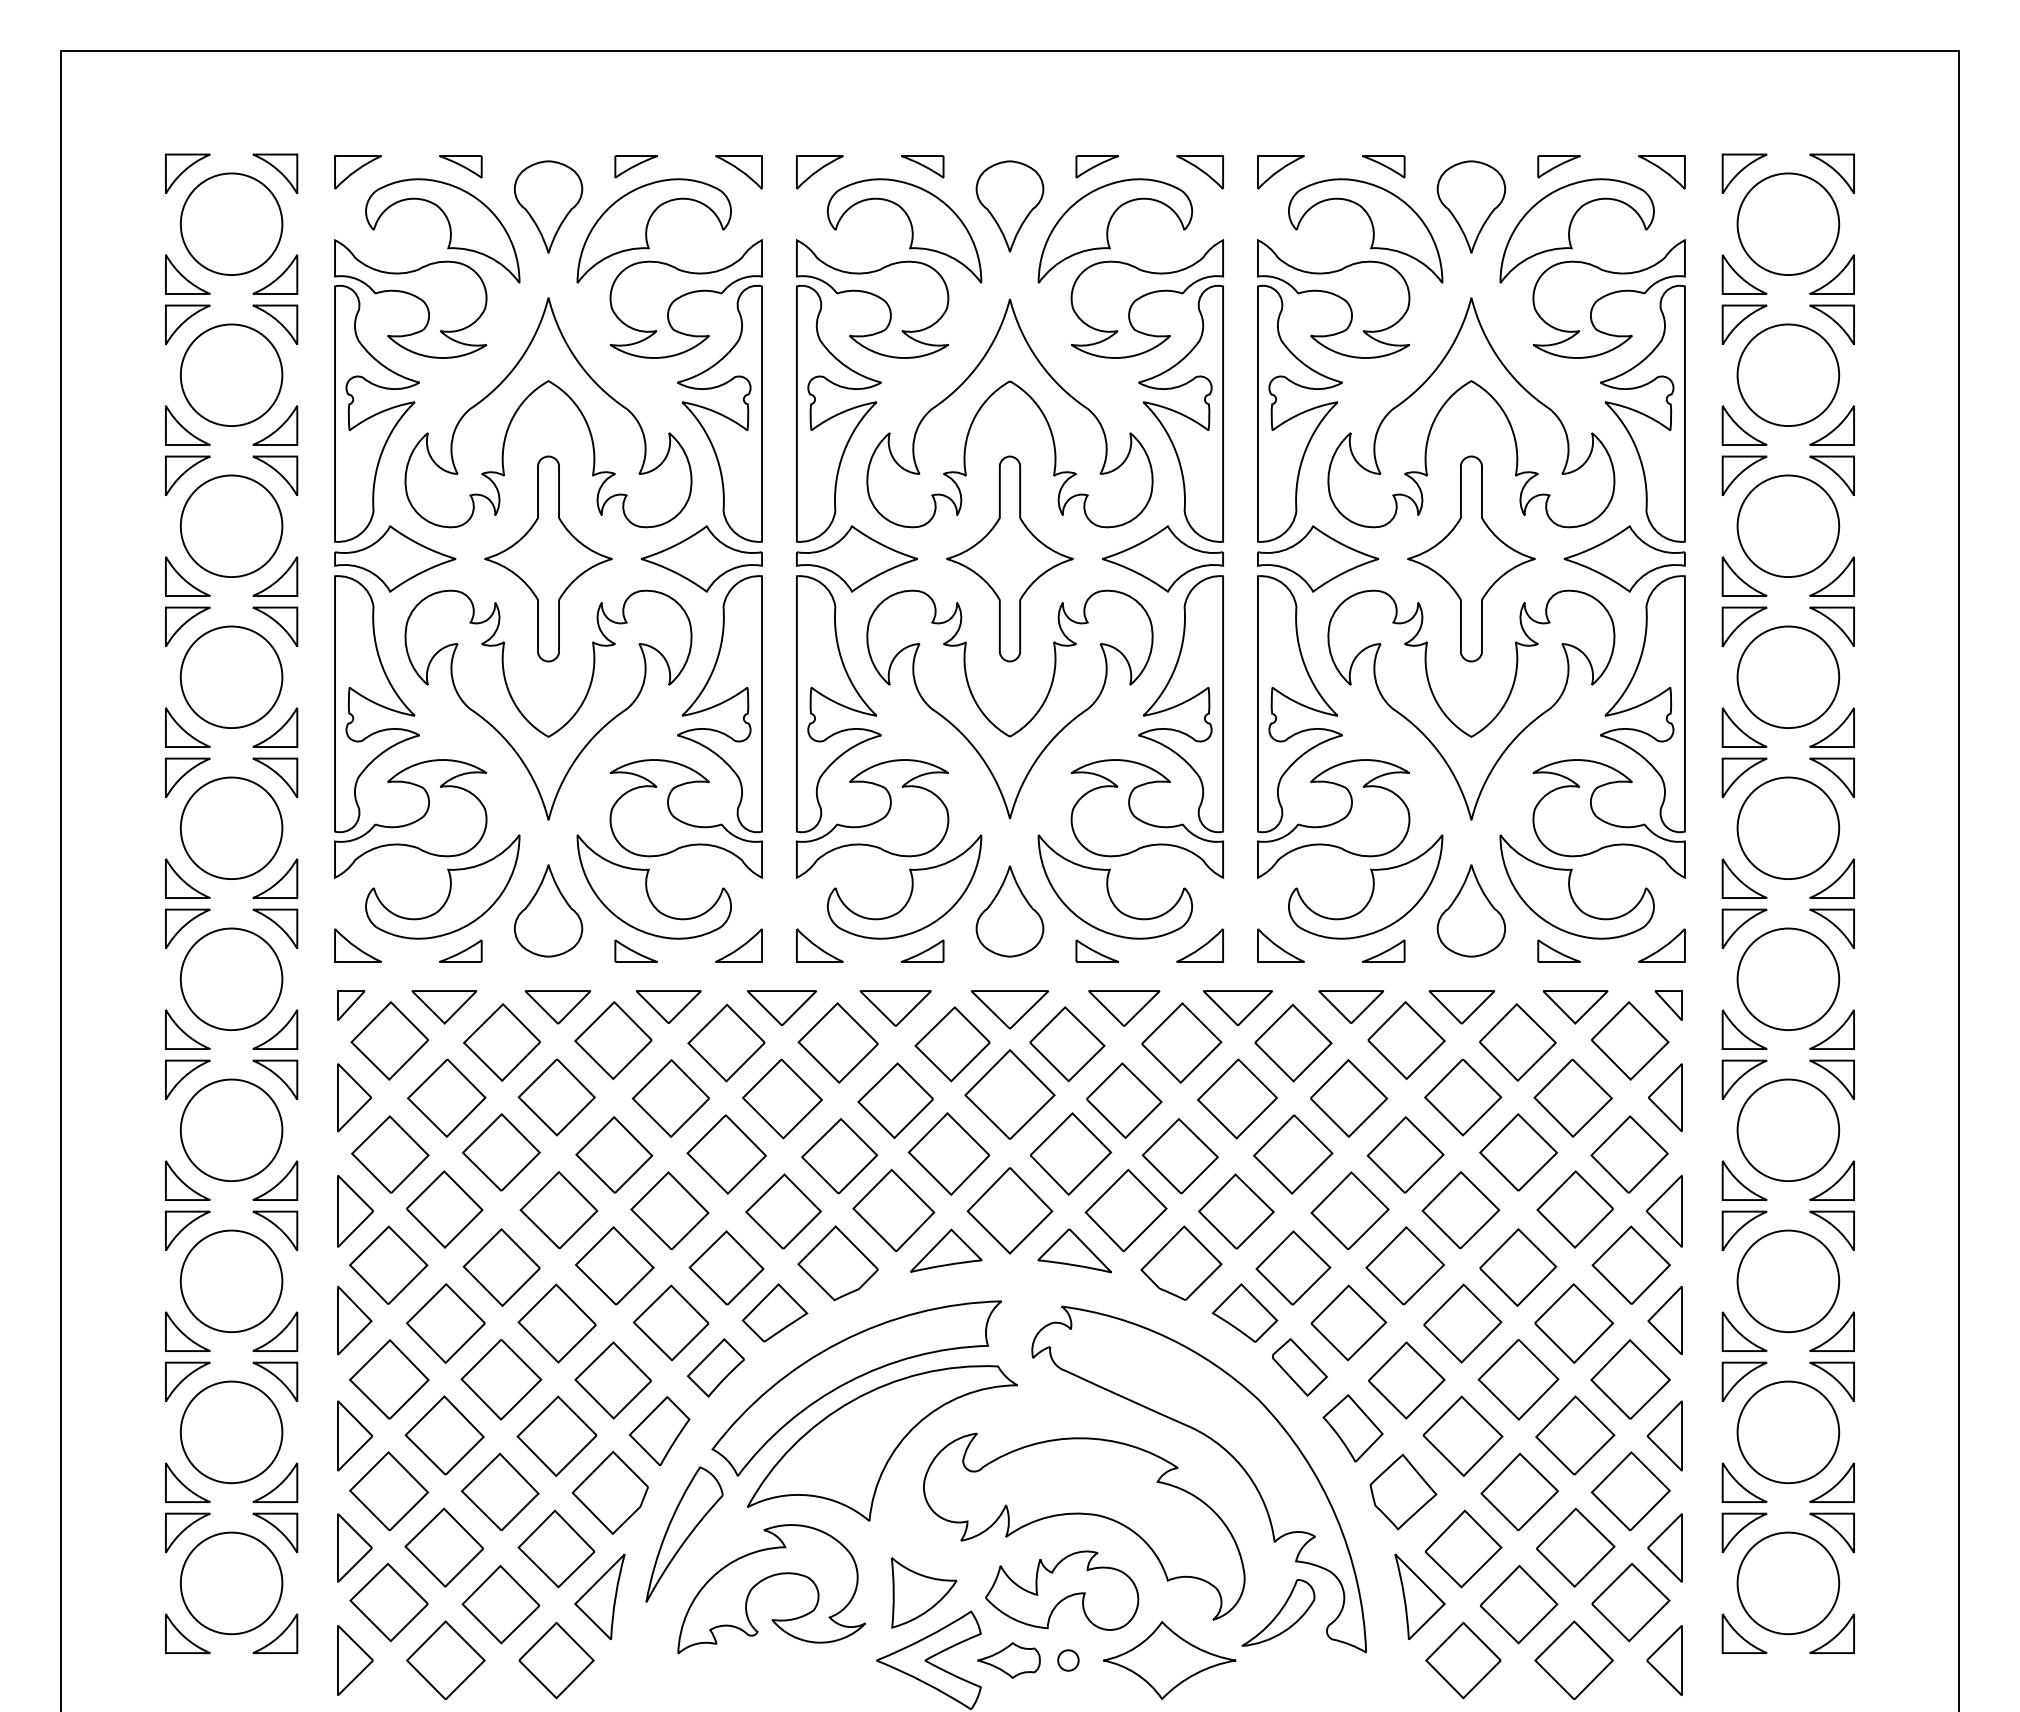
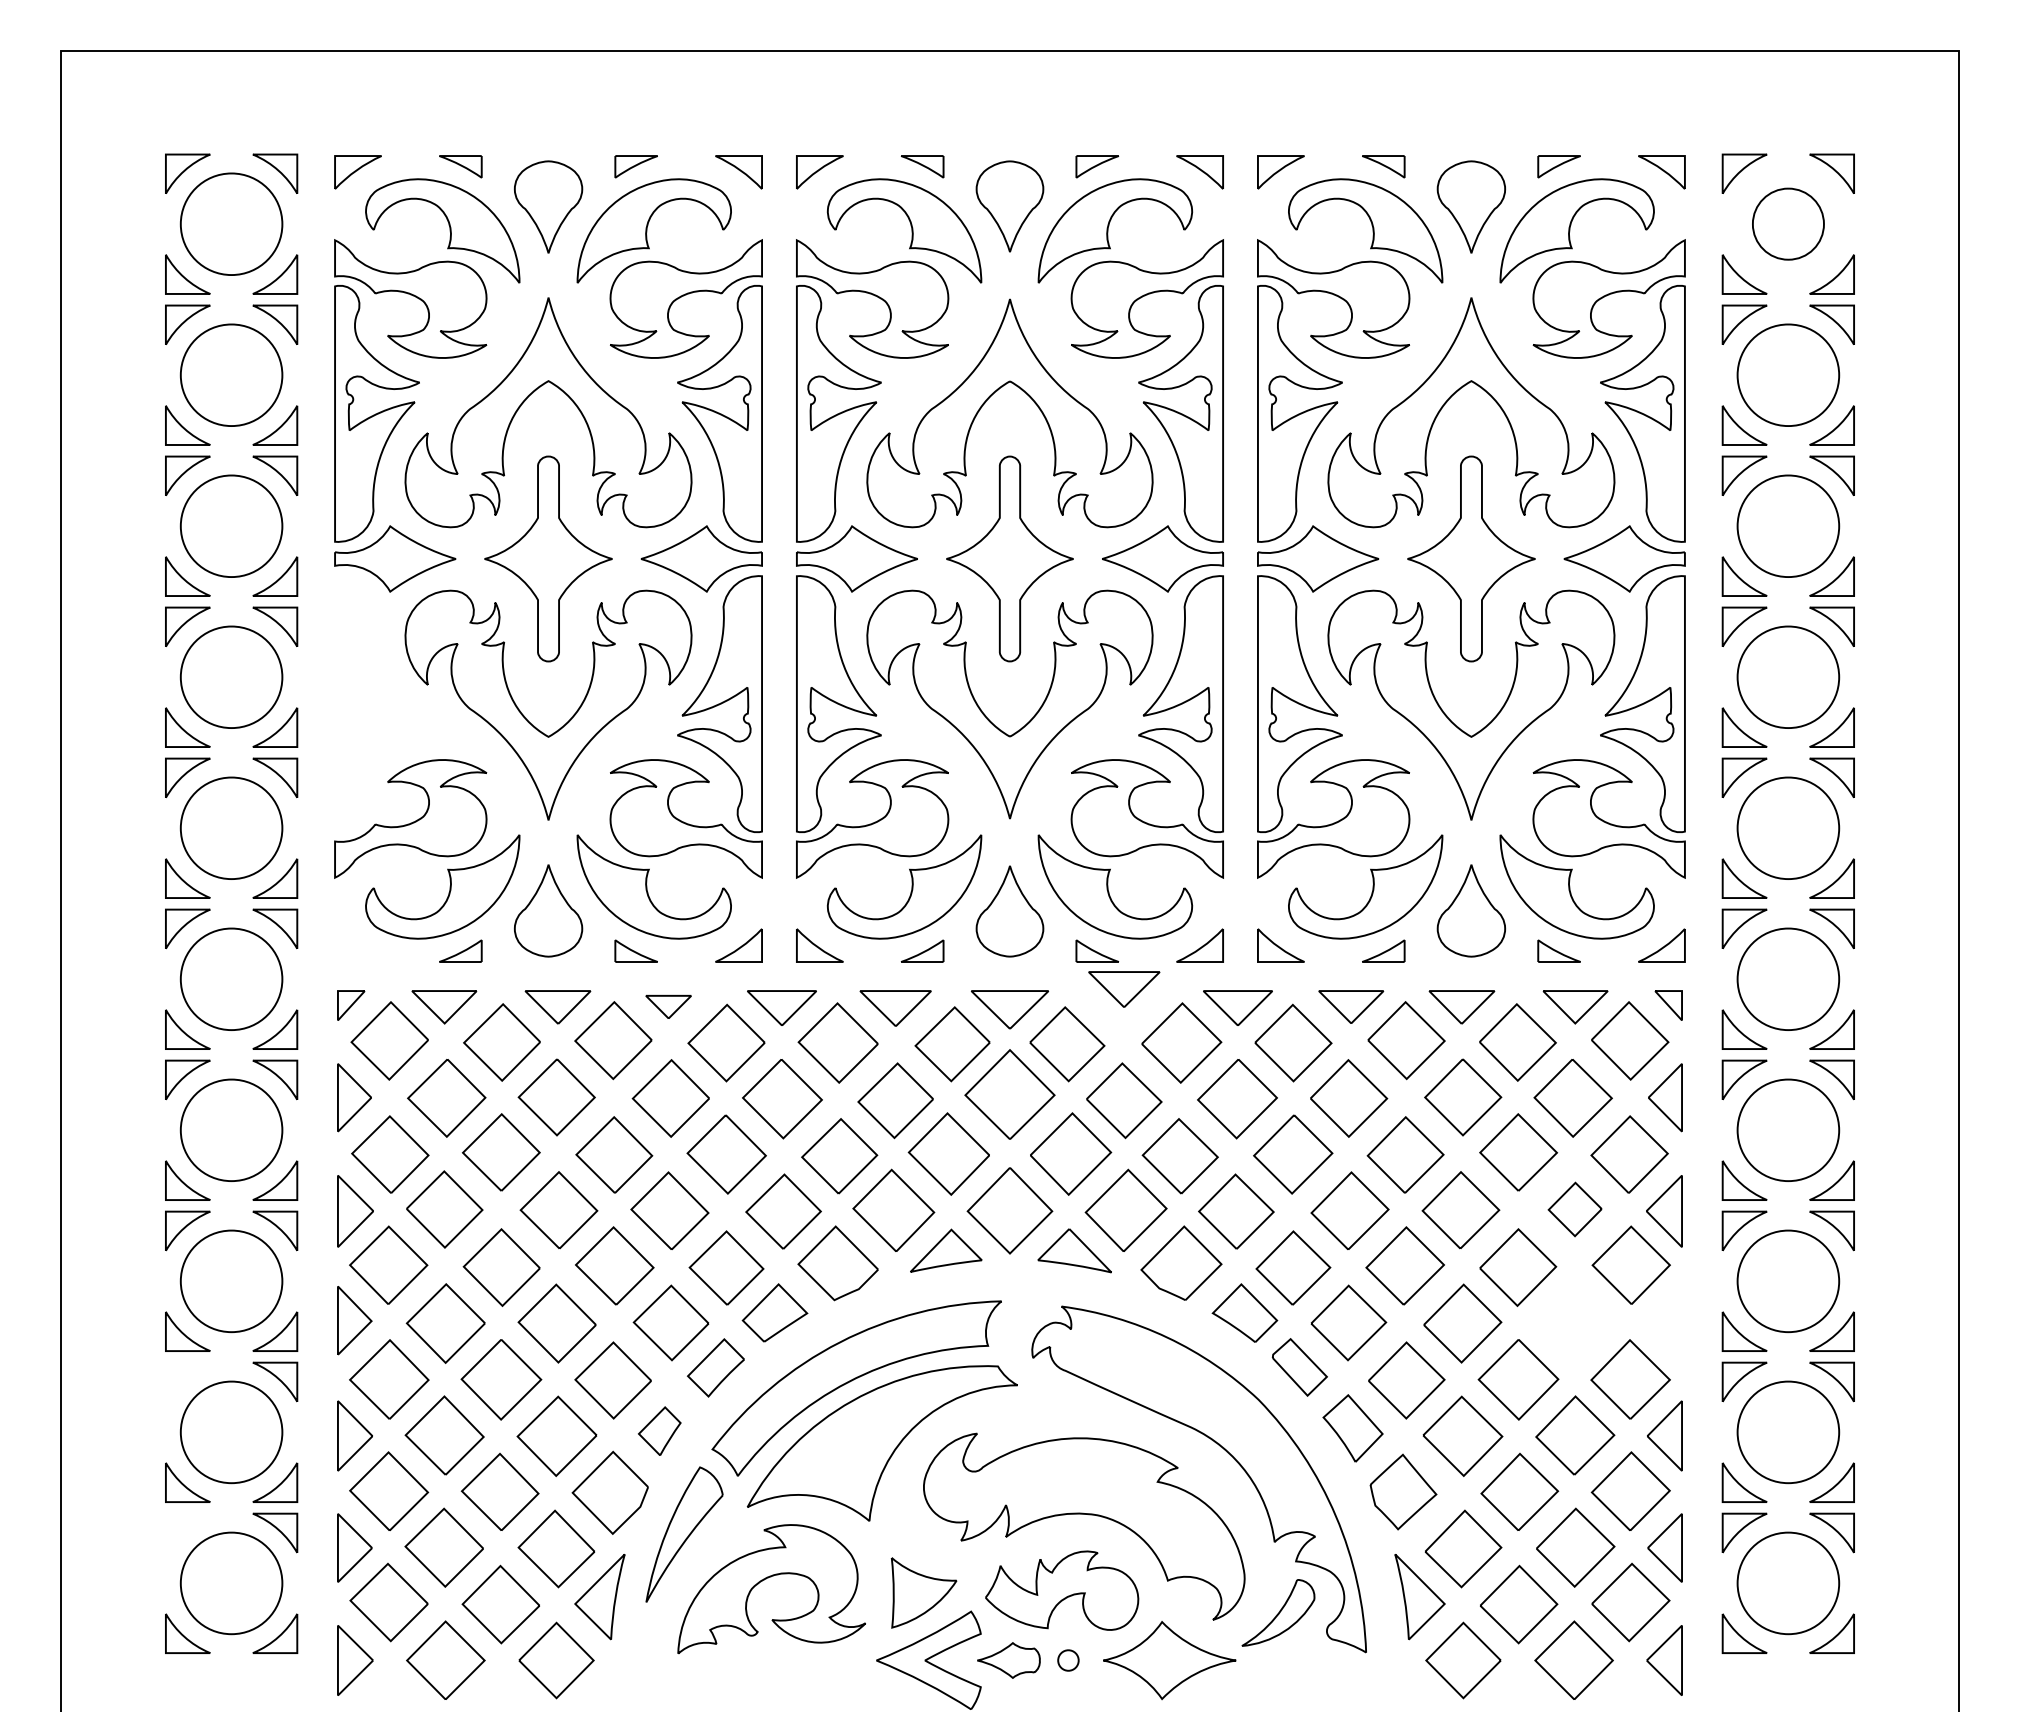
part at (1788, 223) size: 105x104 px -> 73x74 px
part at (376, 703): present -> none
part at (357, 945): present -> none
part at (668, 1006) size: 67x34 px -> 47x25 px
part at (1124, 1008) position: (1124, 1008) -> (1124, 989)
part at (1574, 1209) size: 78x79 px -> 56x57 px
part at (1664, 1320): present -> none
part at (1574, 1323): present -> none
part at (187, 1381): present -> none
part at (659, 1431) size: 62x71 px -> 44x50 px
part at (187, 1532): present -> none
